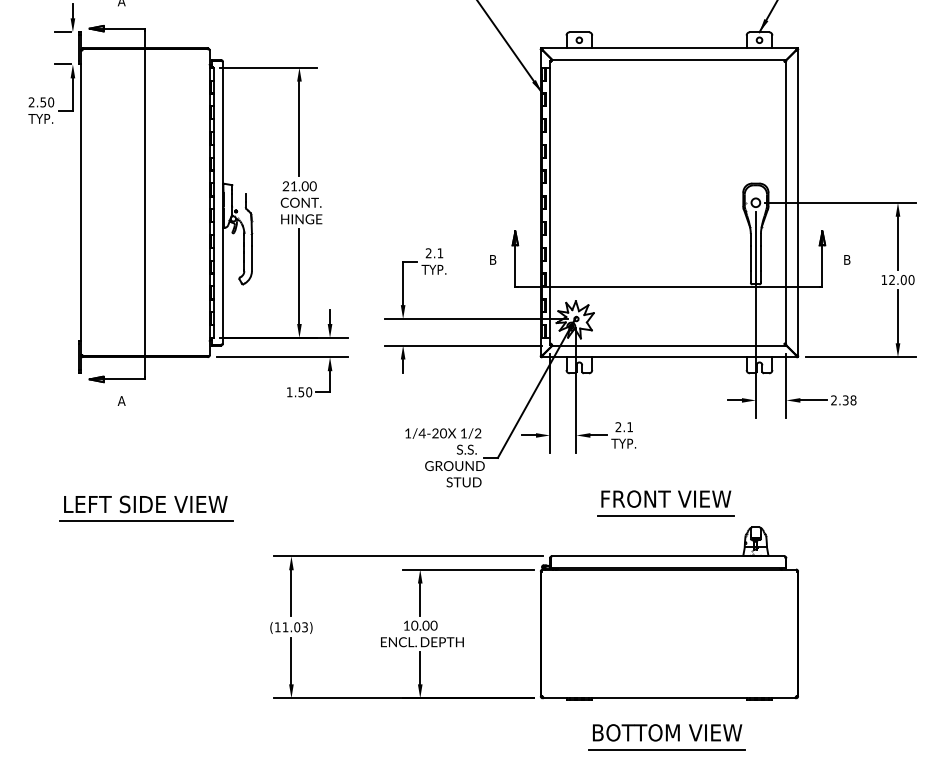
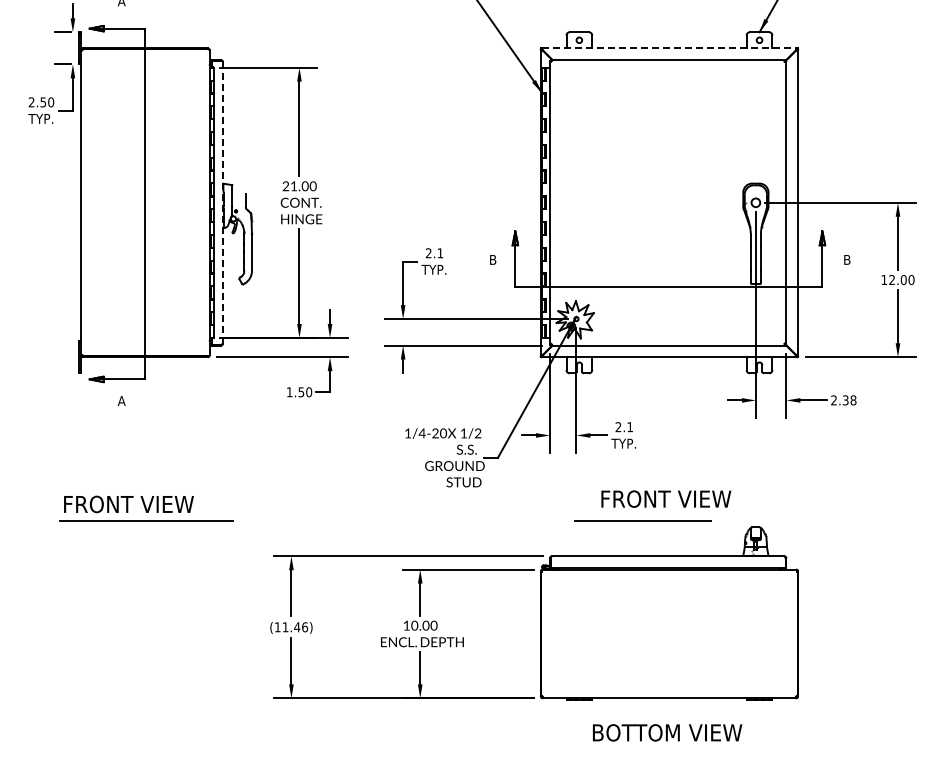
line at (669, 48): solid -> dashed
line at (222, 202): solid -> dashed
text at (146, 504): LEFT SIDE VIEW -> FRONT VIEW
line at (665, 515) position: (665, 515) -> (642, 520)
text at (301, 627): (11.03) -> (11.46)
line at (667, 749): present -> none
